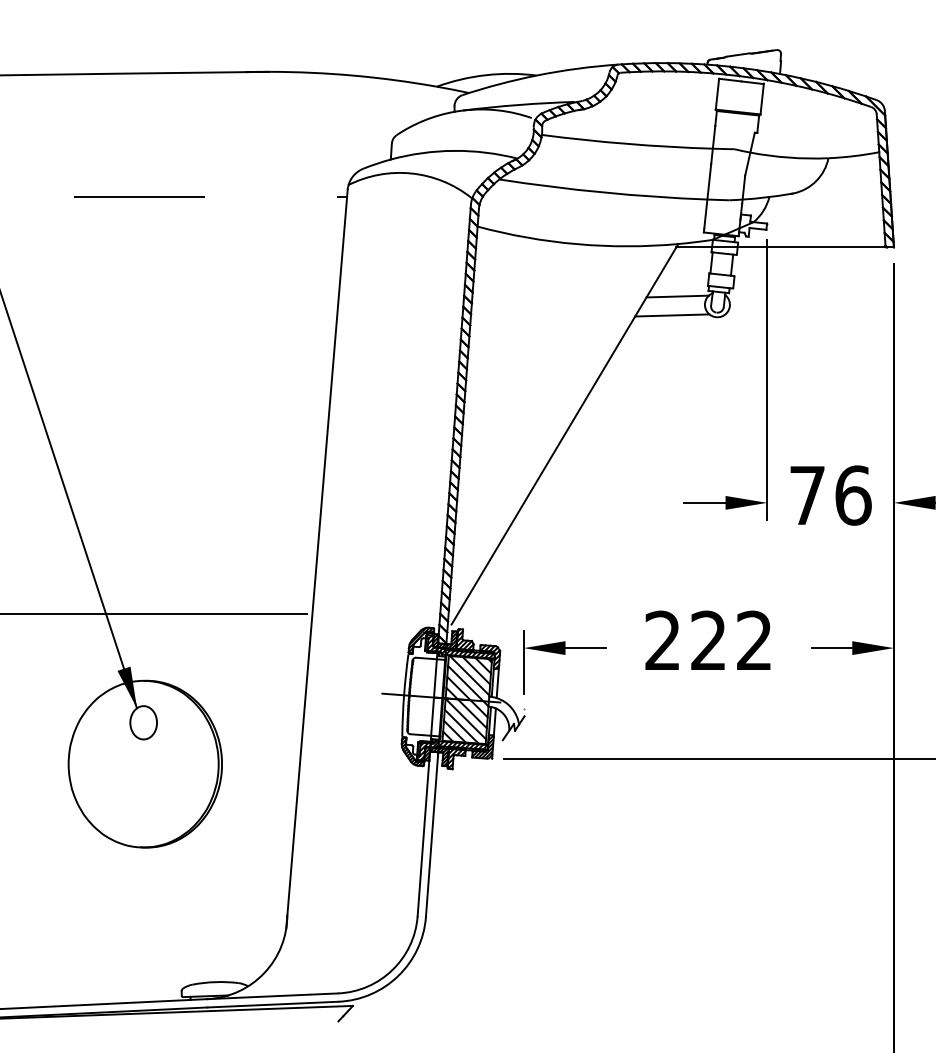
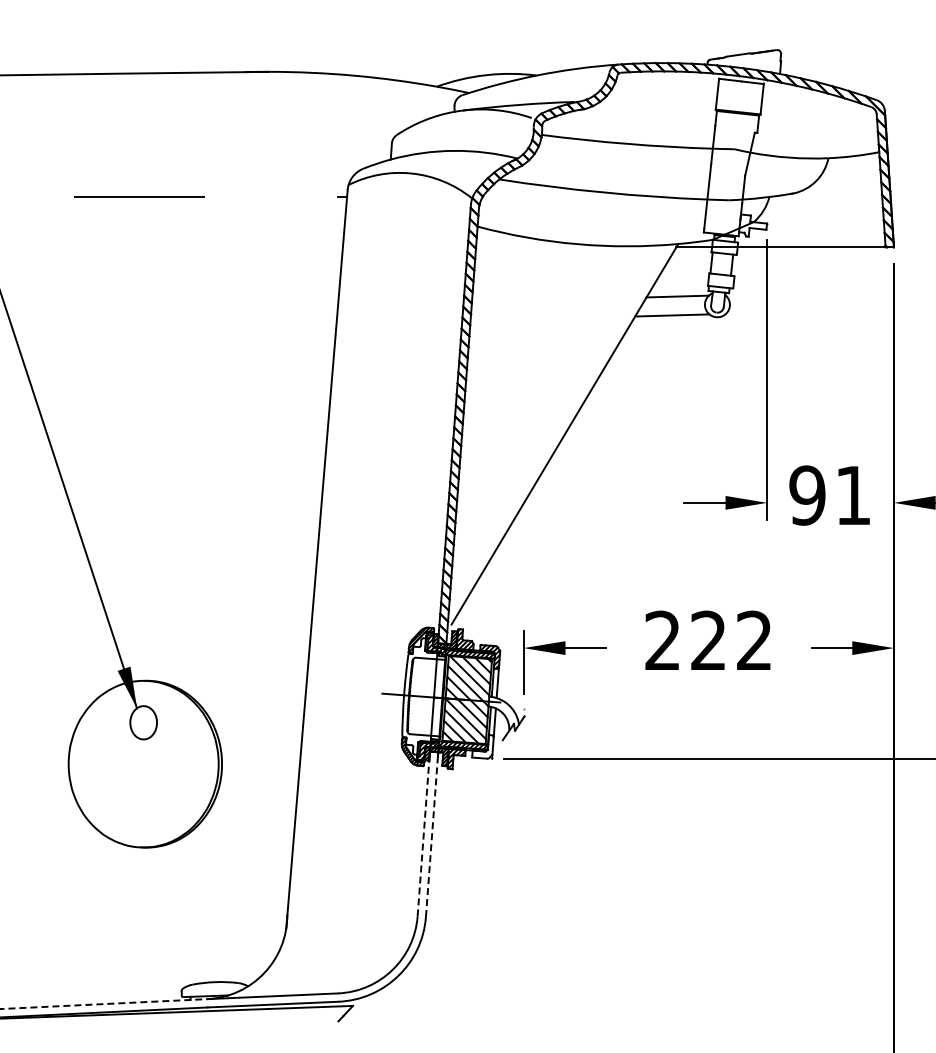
text at (830, 495): 76 -> 91
line at (154, 614): present -> none
hatch at (482, 746): present -> none
line at (431, 836): solid -> dashed
line at (423, 838): solid -> dashed
line at (104, 1004): solid -> dashed
